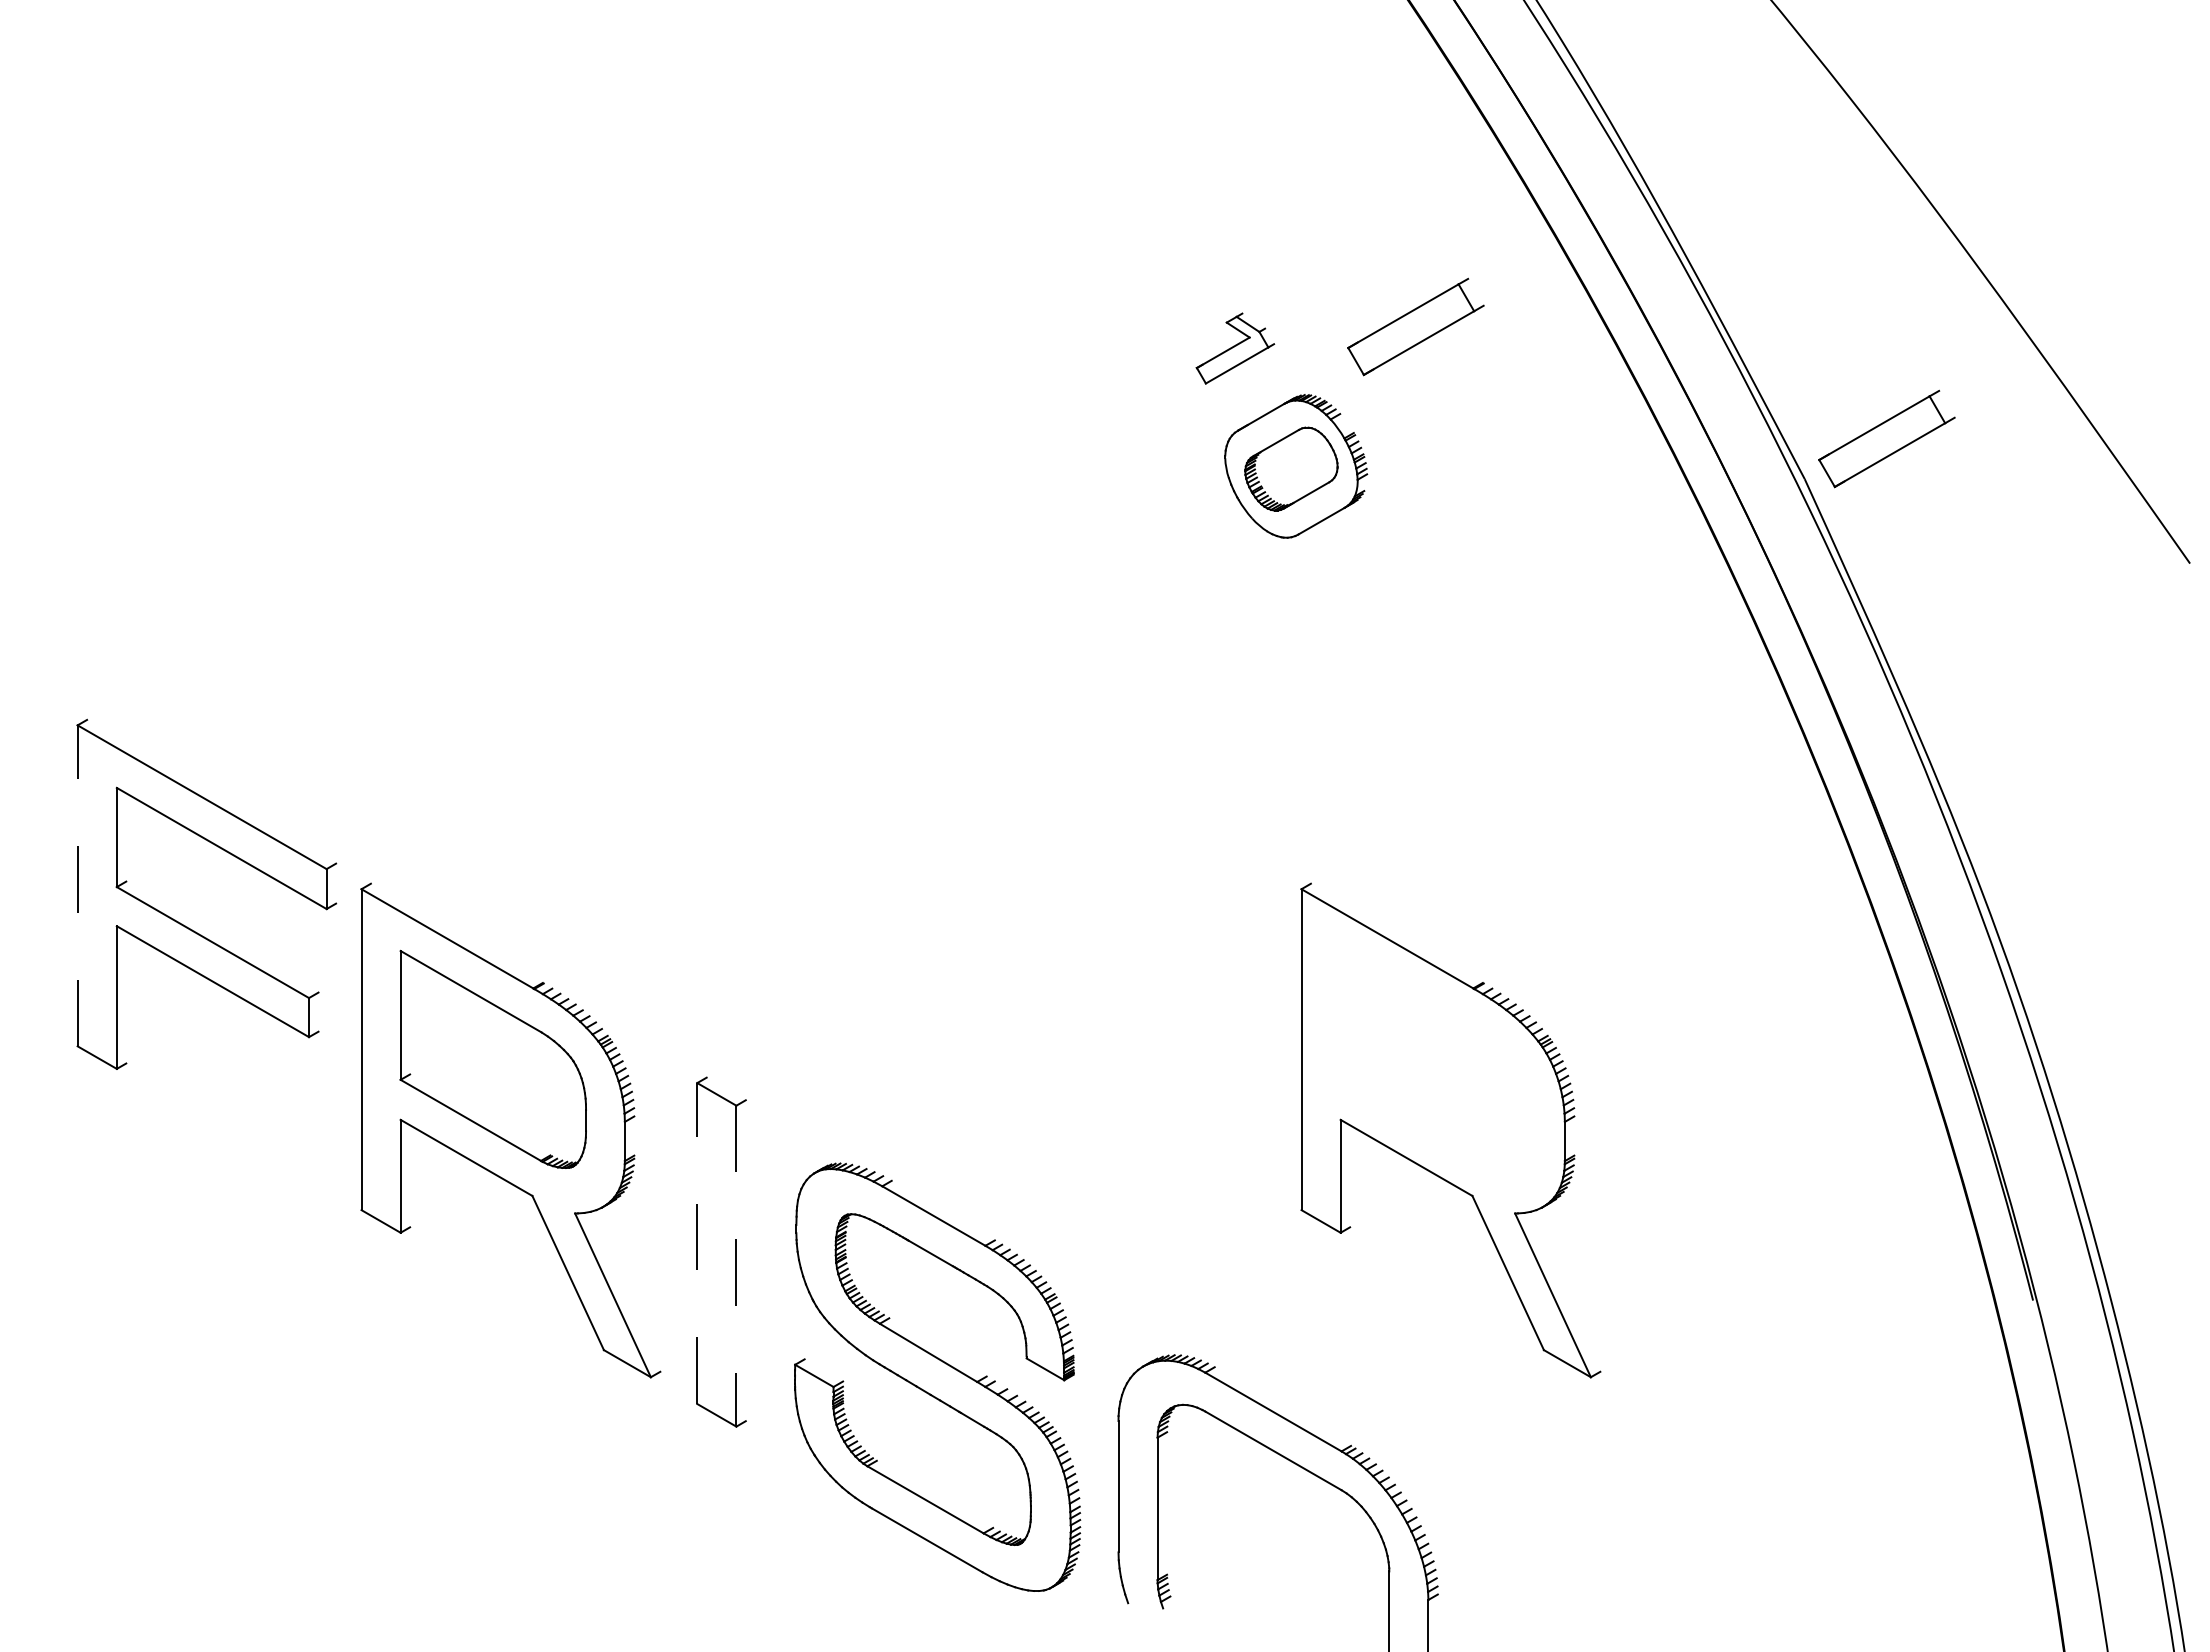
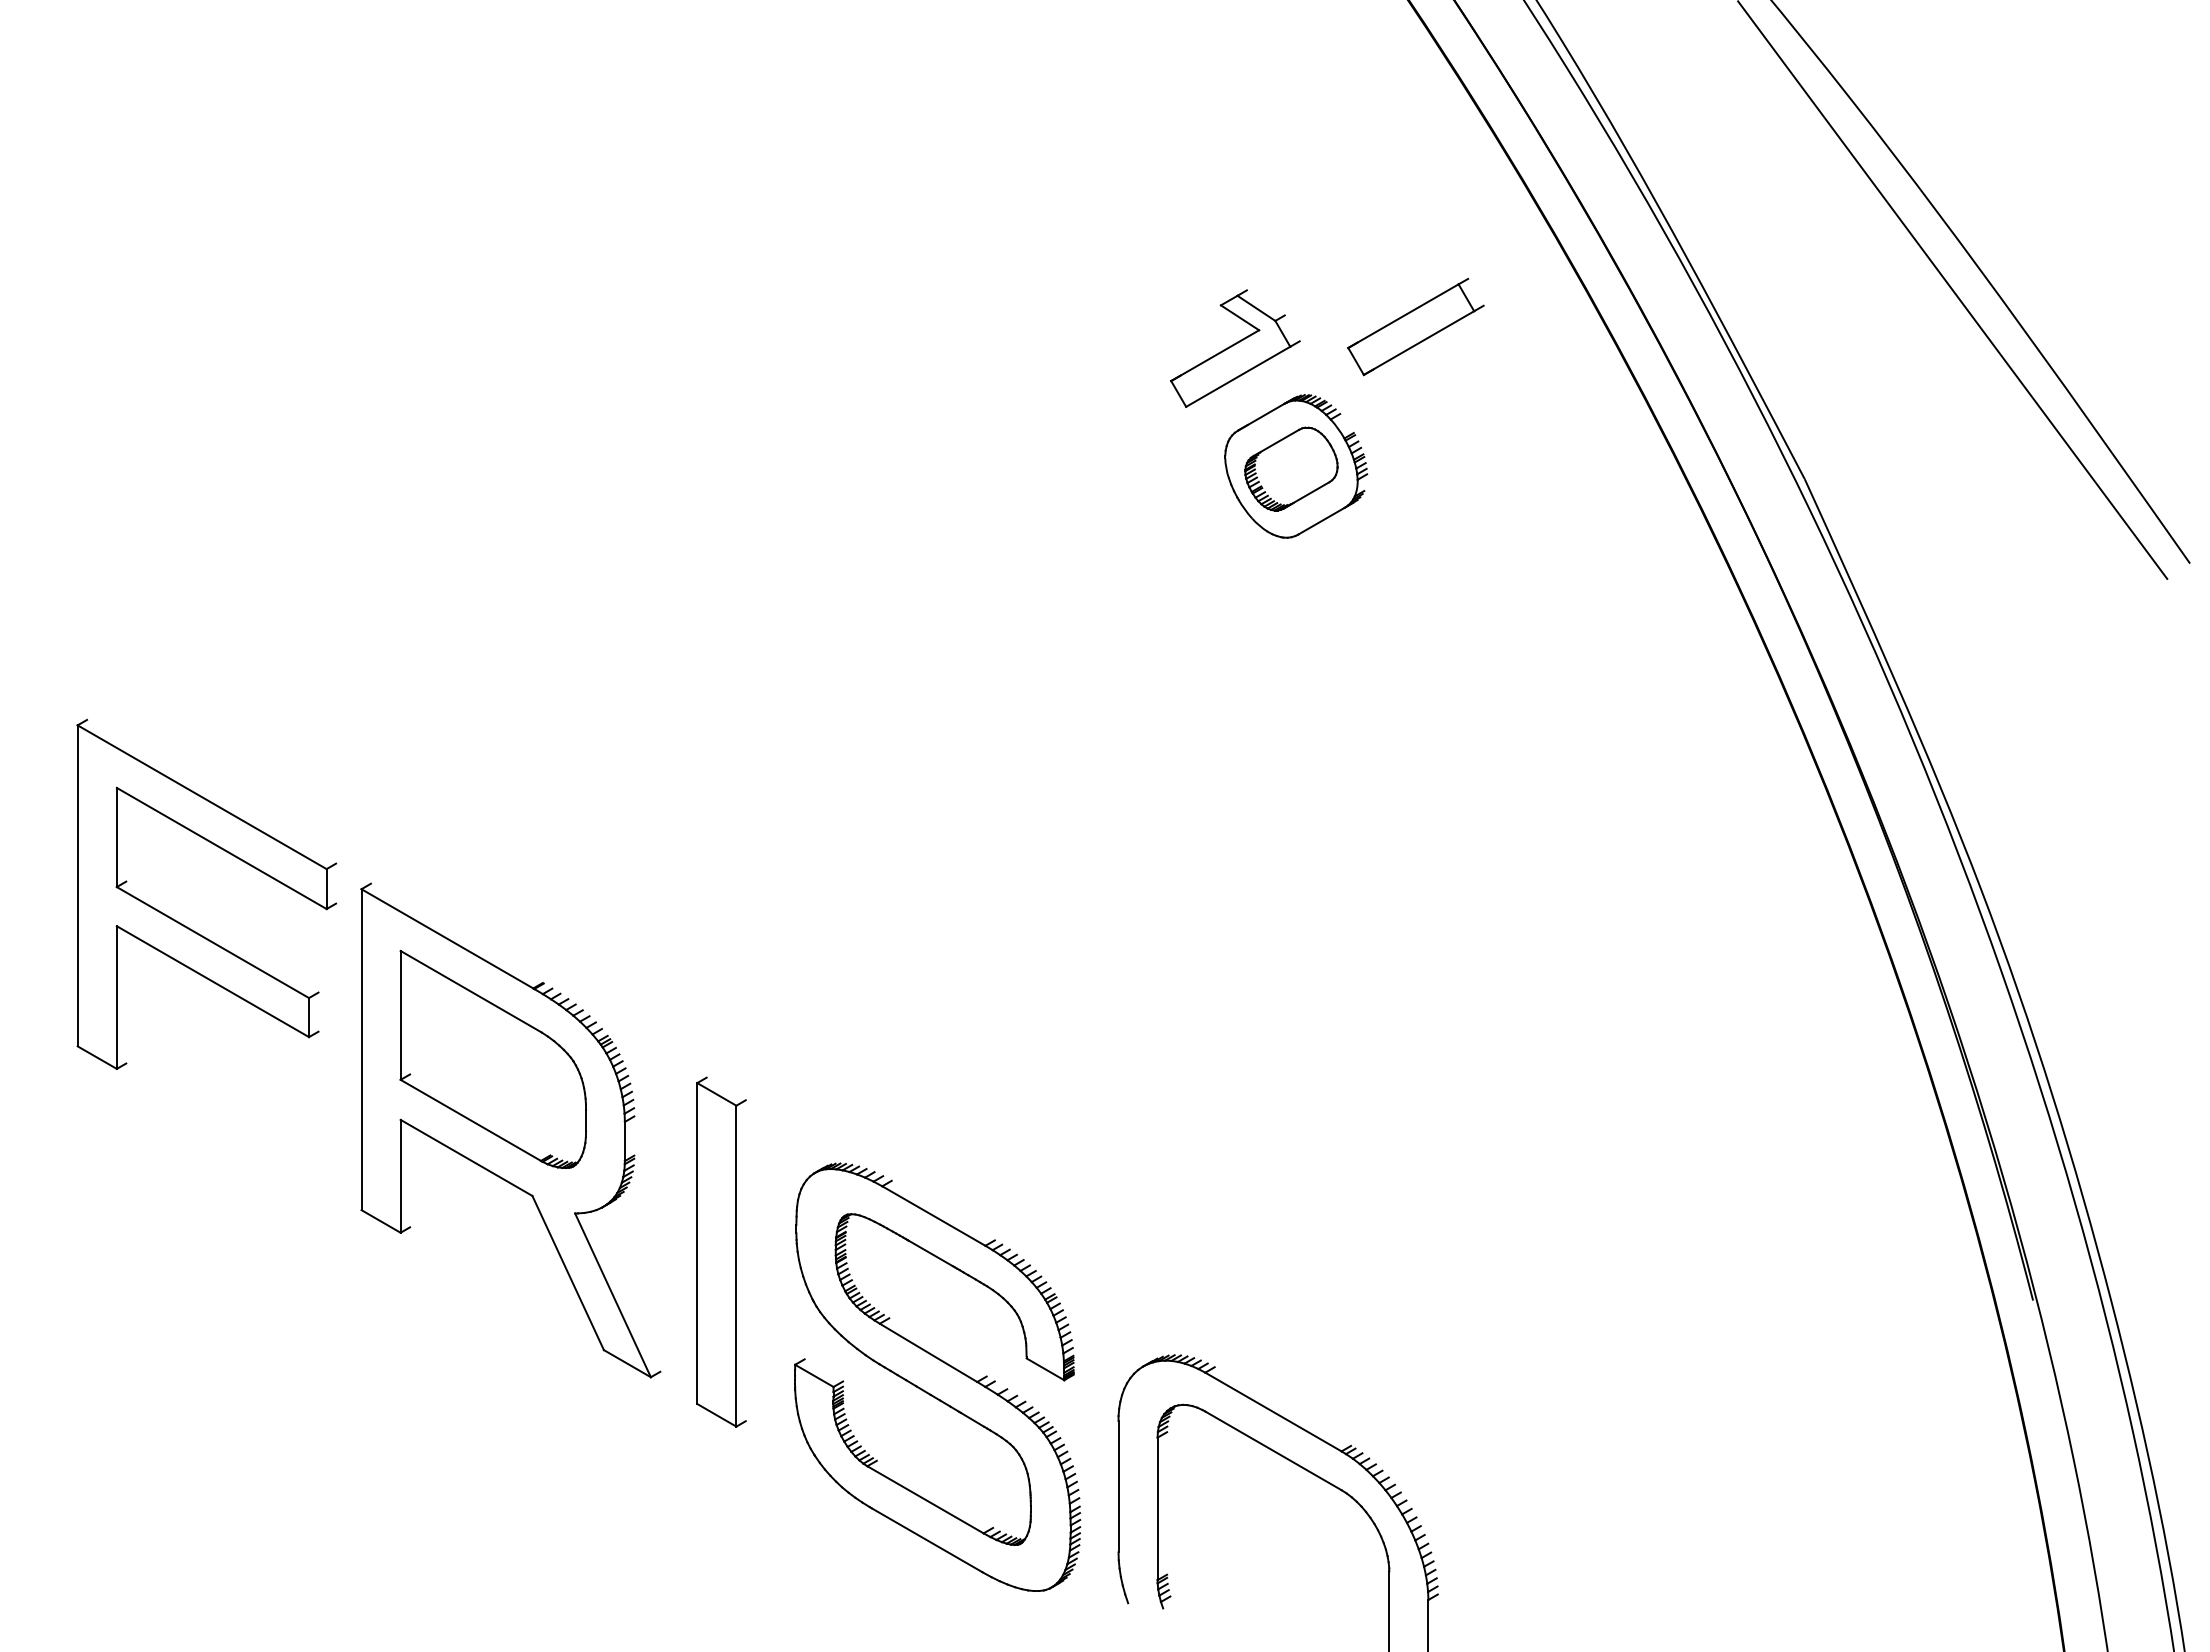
line at (1952, 290): none -> present
part at (1235, 348) size: 81x73 px -> 131x119 px
part at (1886, 438): present -> none
line at (77, 885): dashed -> solid
part at (1450, 1130): present -> none
line at (697, 1243): dashed -> solid
line at (736, 1266): dashed -> solid
